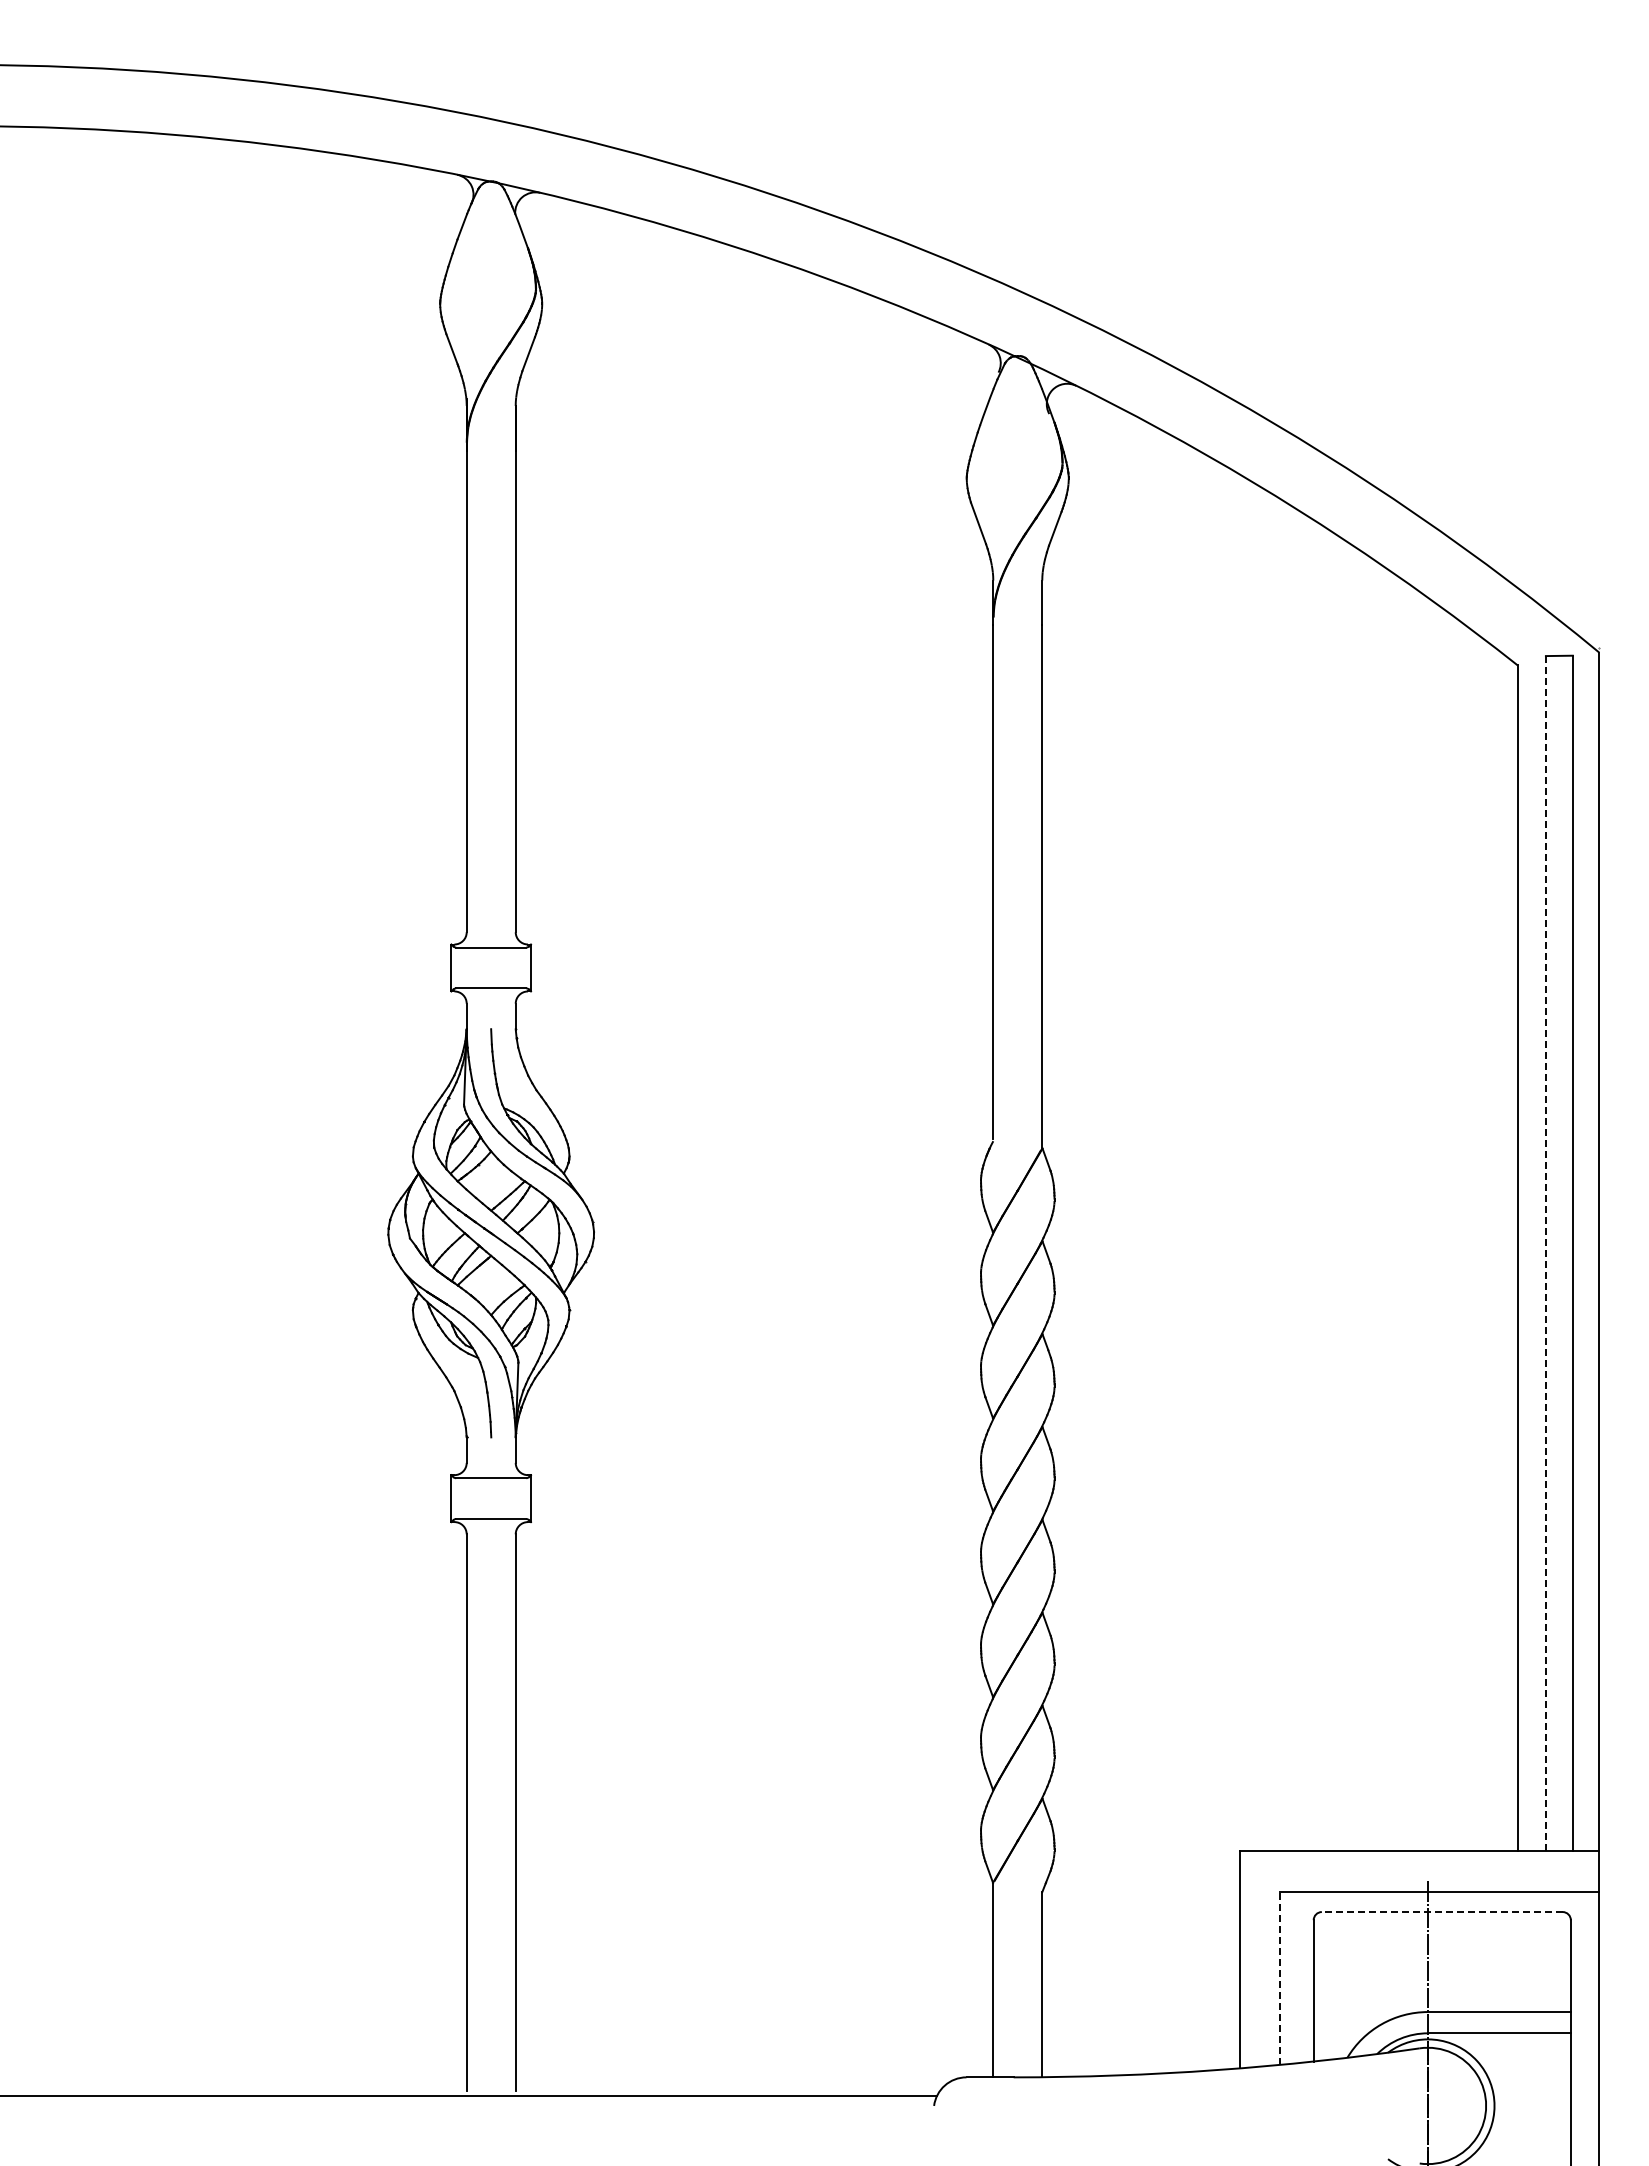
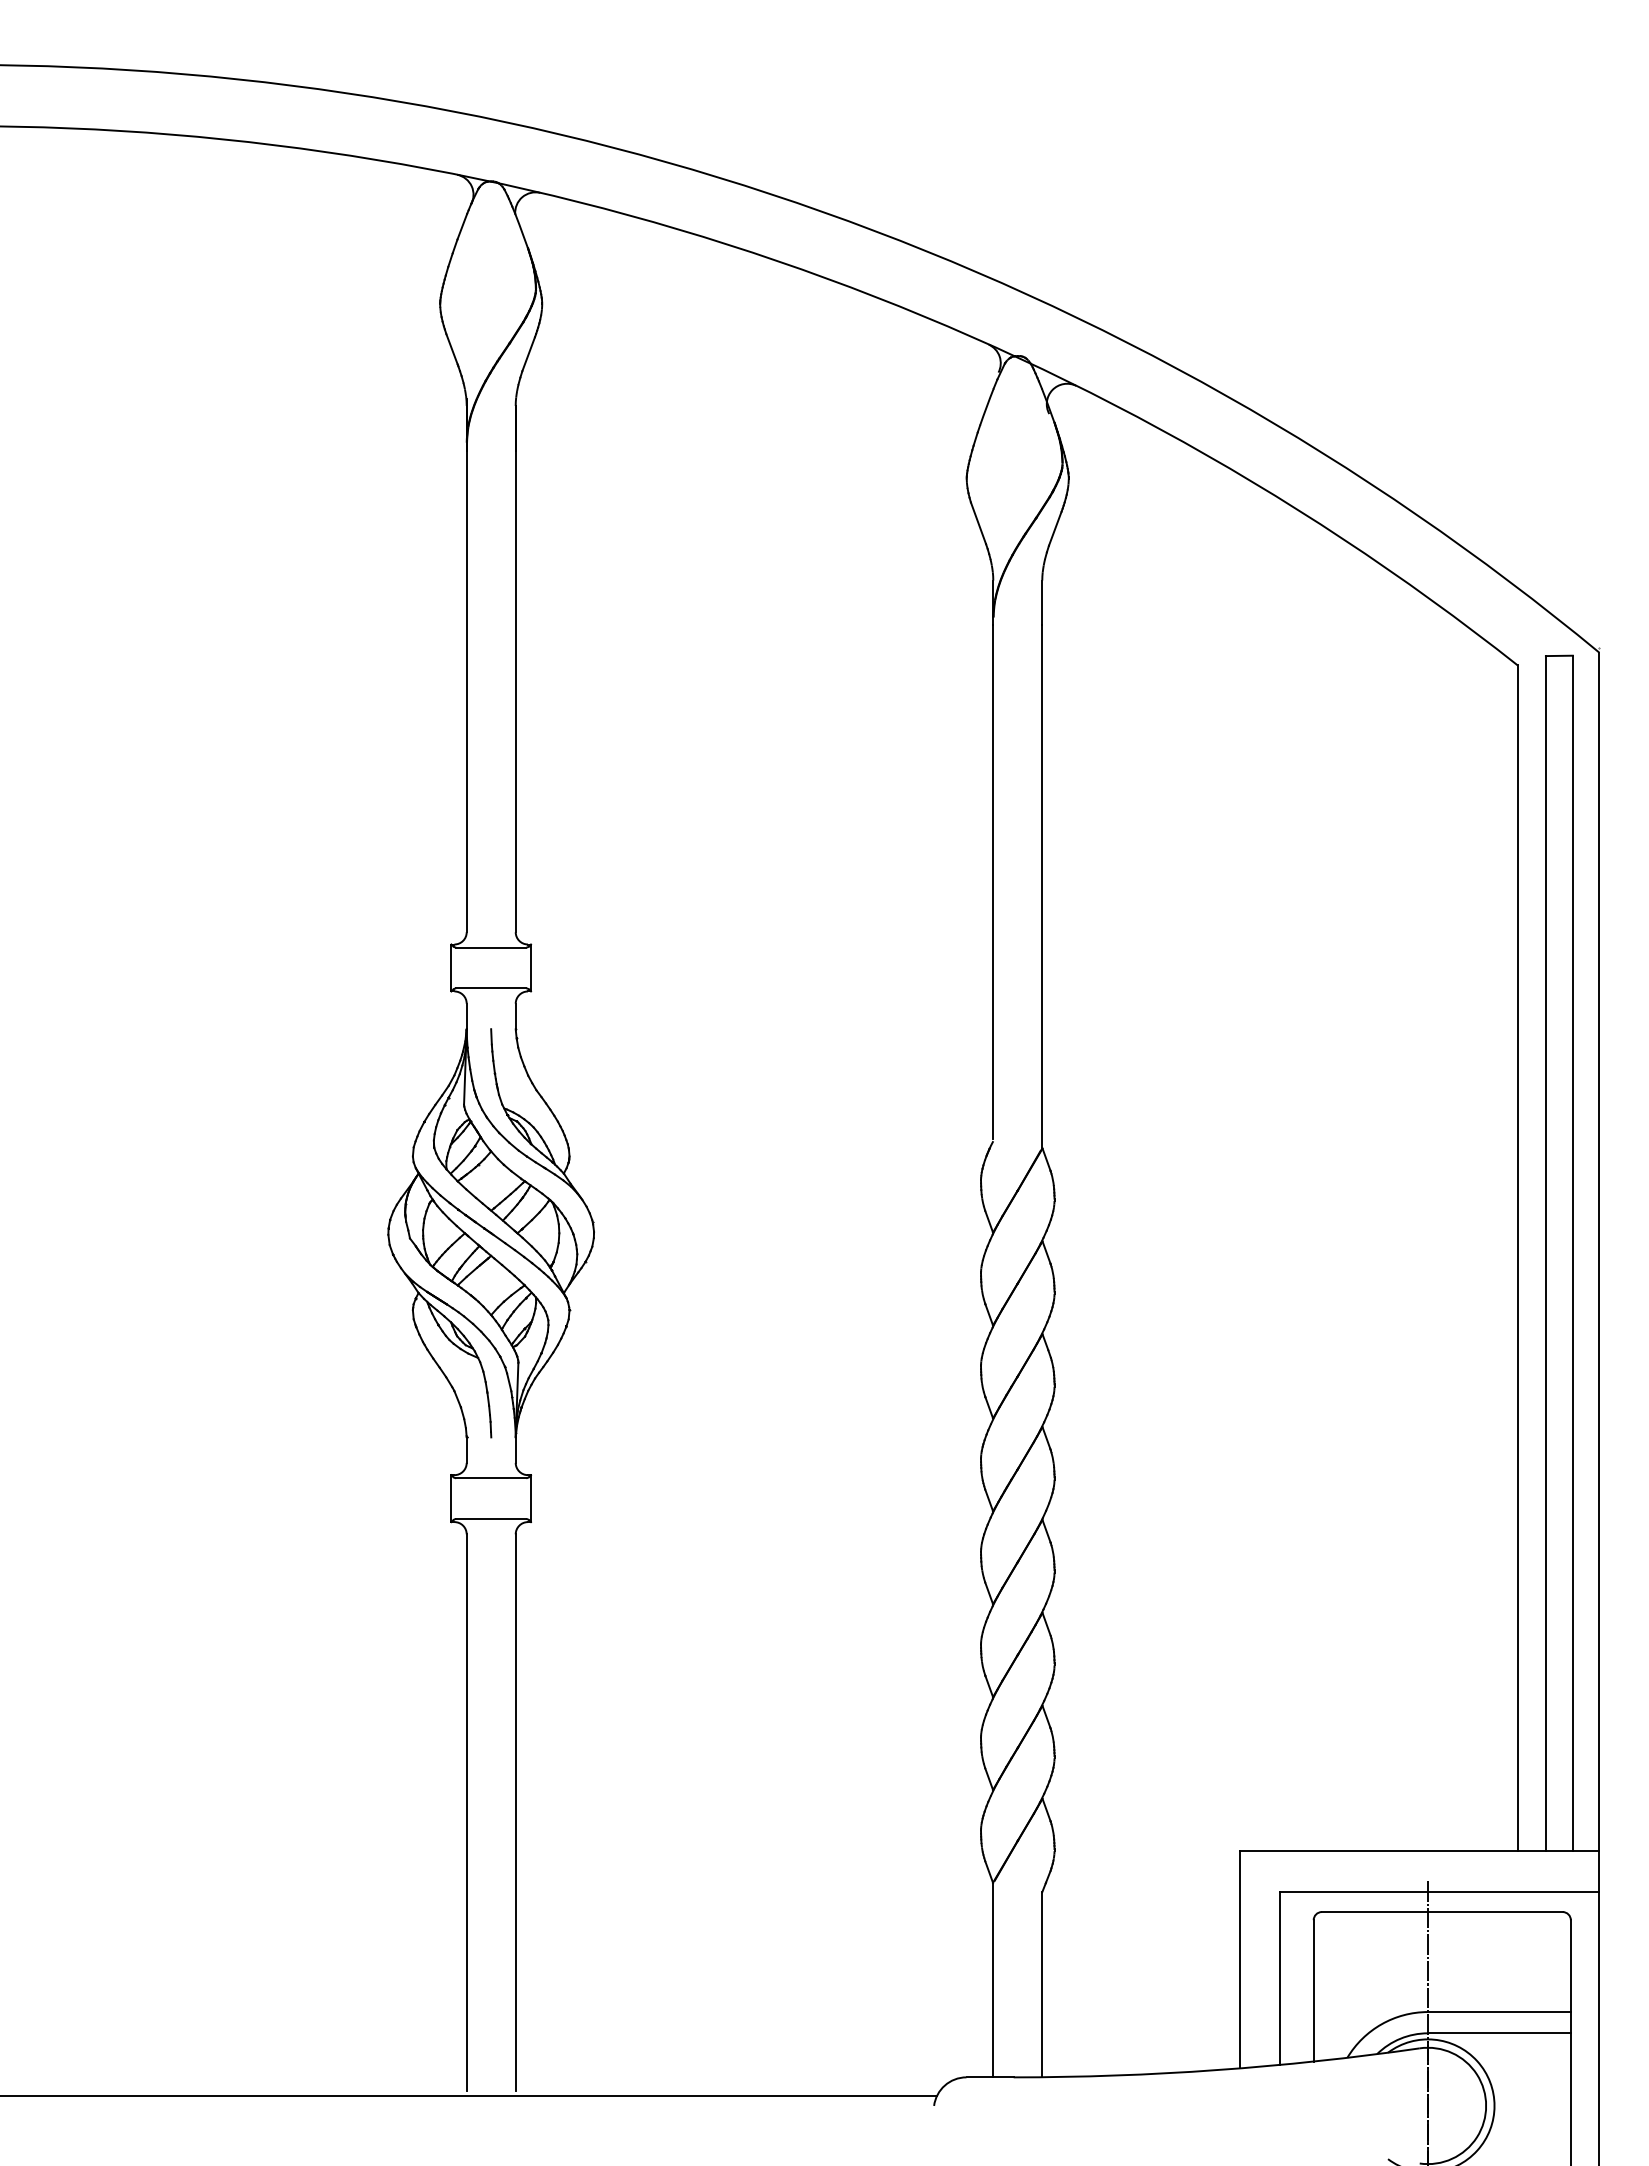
line at (1545, 1252): dashed -> solid
line at (1441, 1912): dashed -> solid
line at (1280, 1978): dashed -> solid
